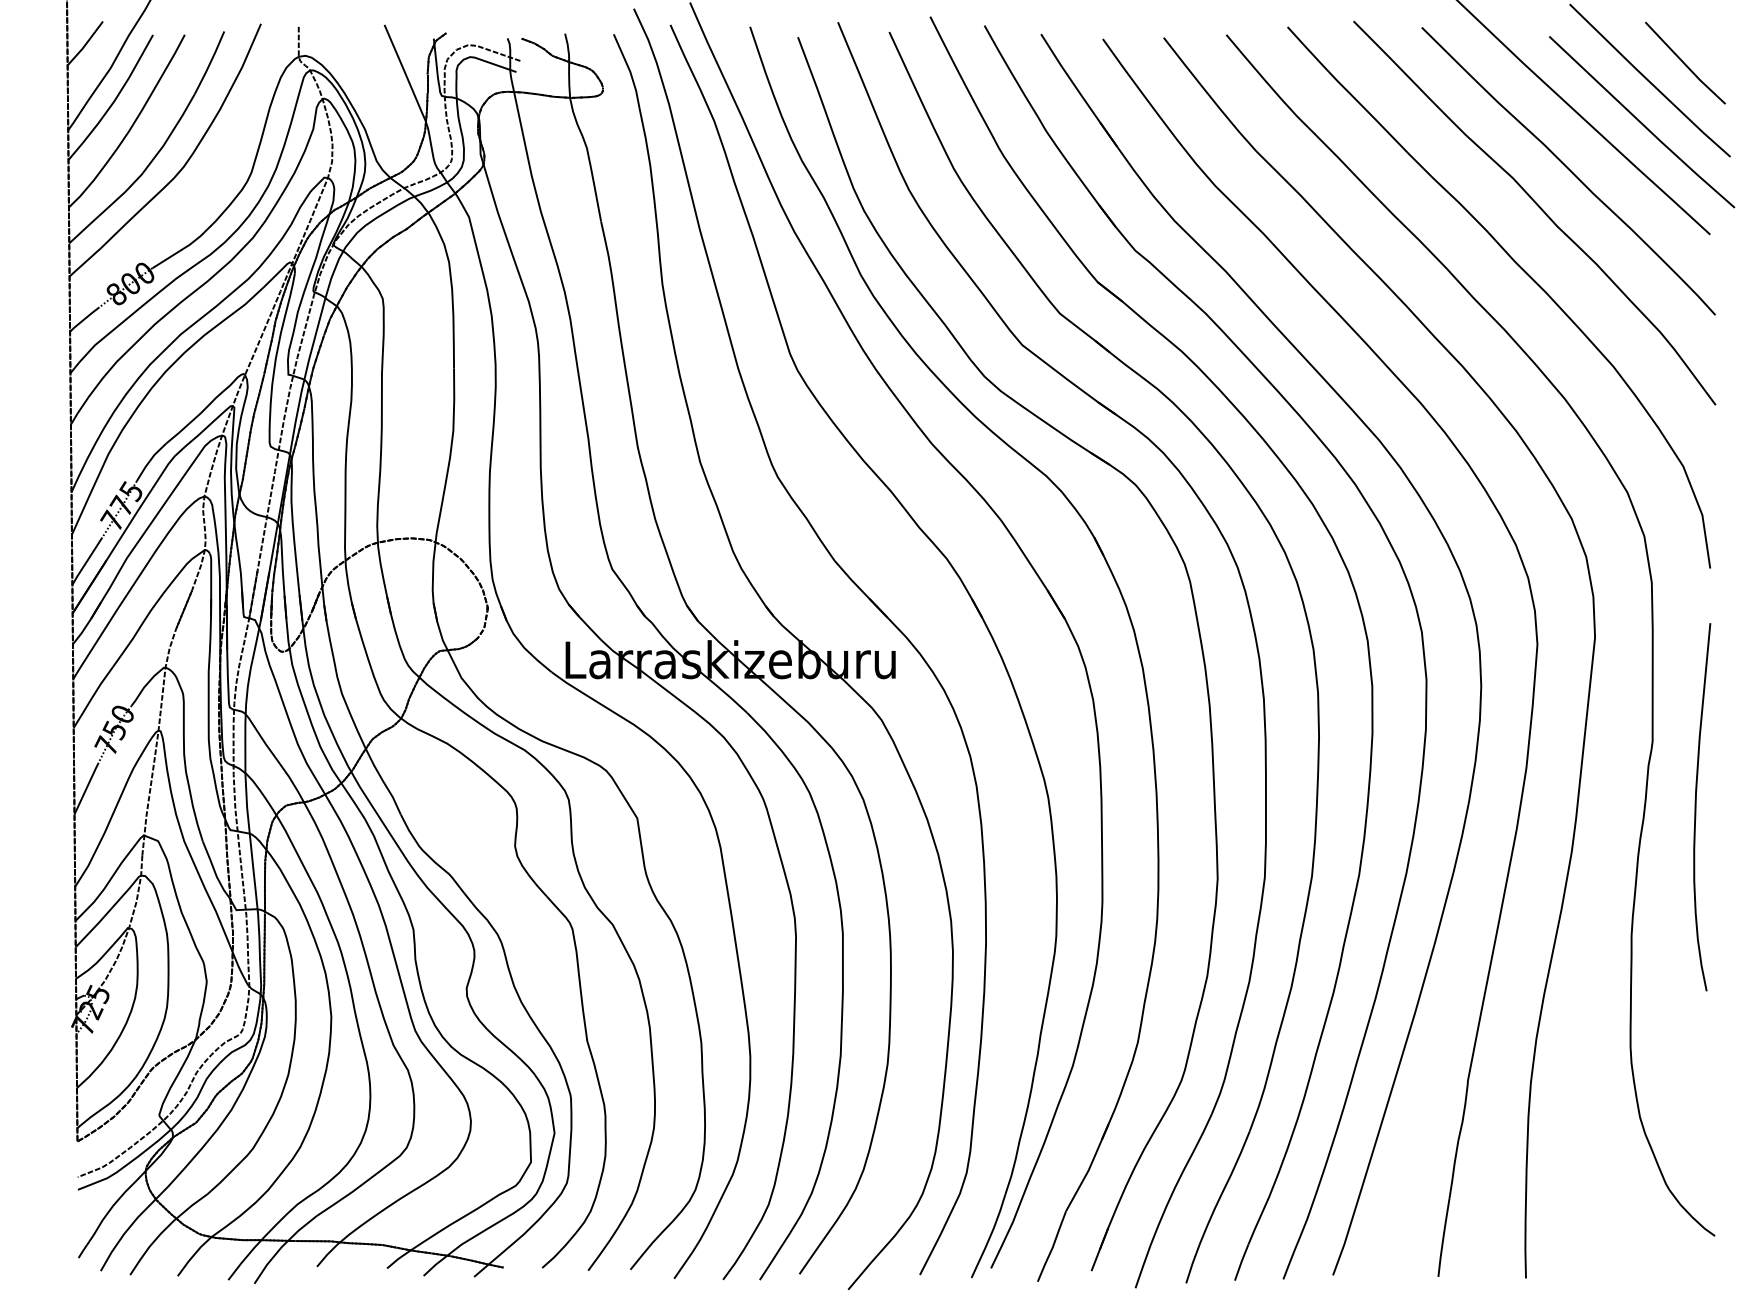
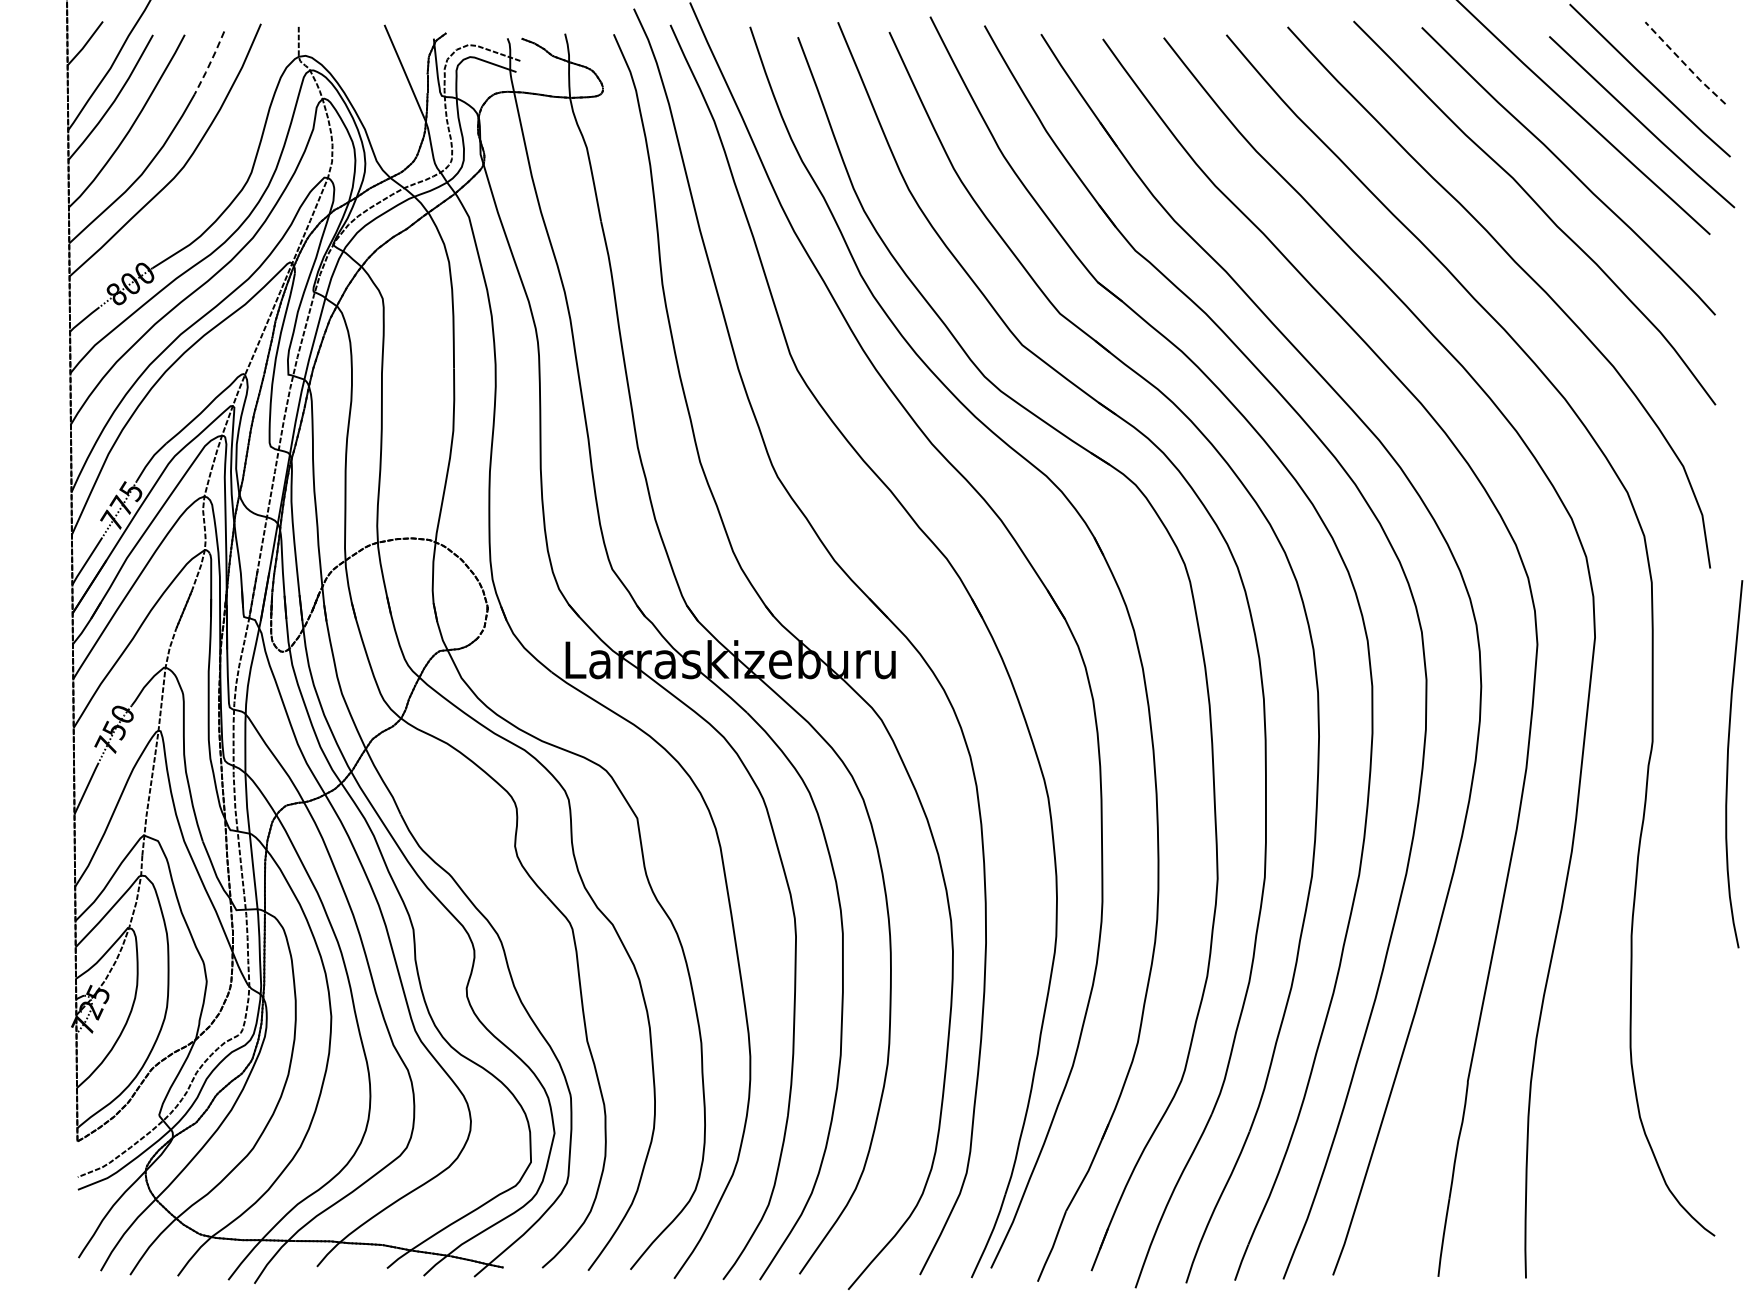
line at (210, 63): solid -> dashed
line at (1684, 63): solid -> dashed
curve at (1696, 807) position: (1696, 807) -> (1728, 764)
